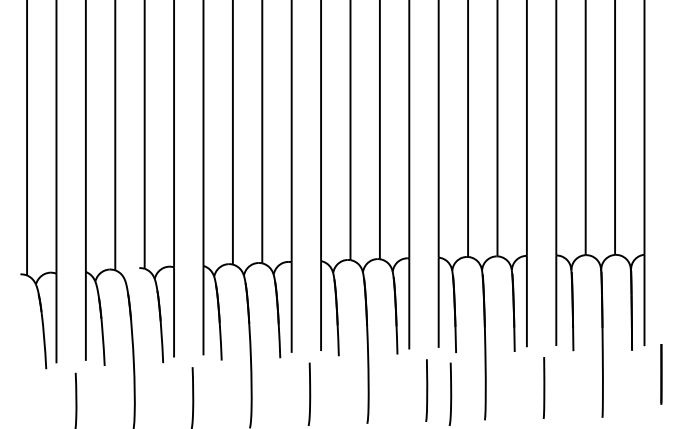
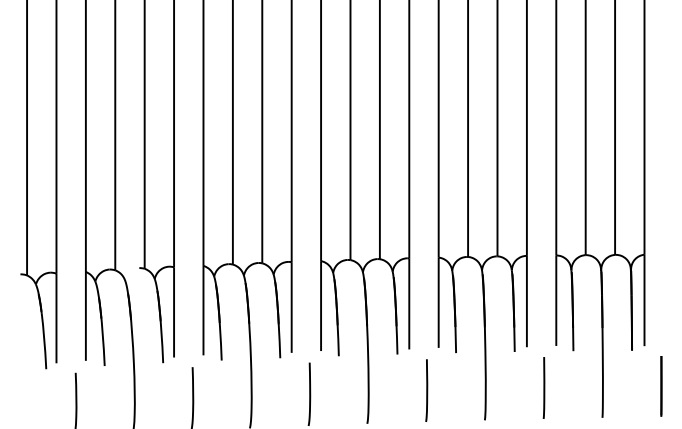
line at (661, 374) position: (661, 374) -> (661, 386)
curve at (450, 393): present -> none
